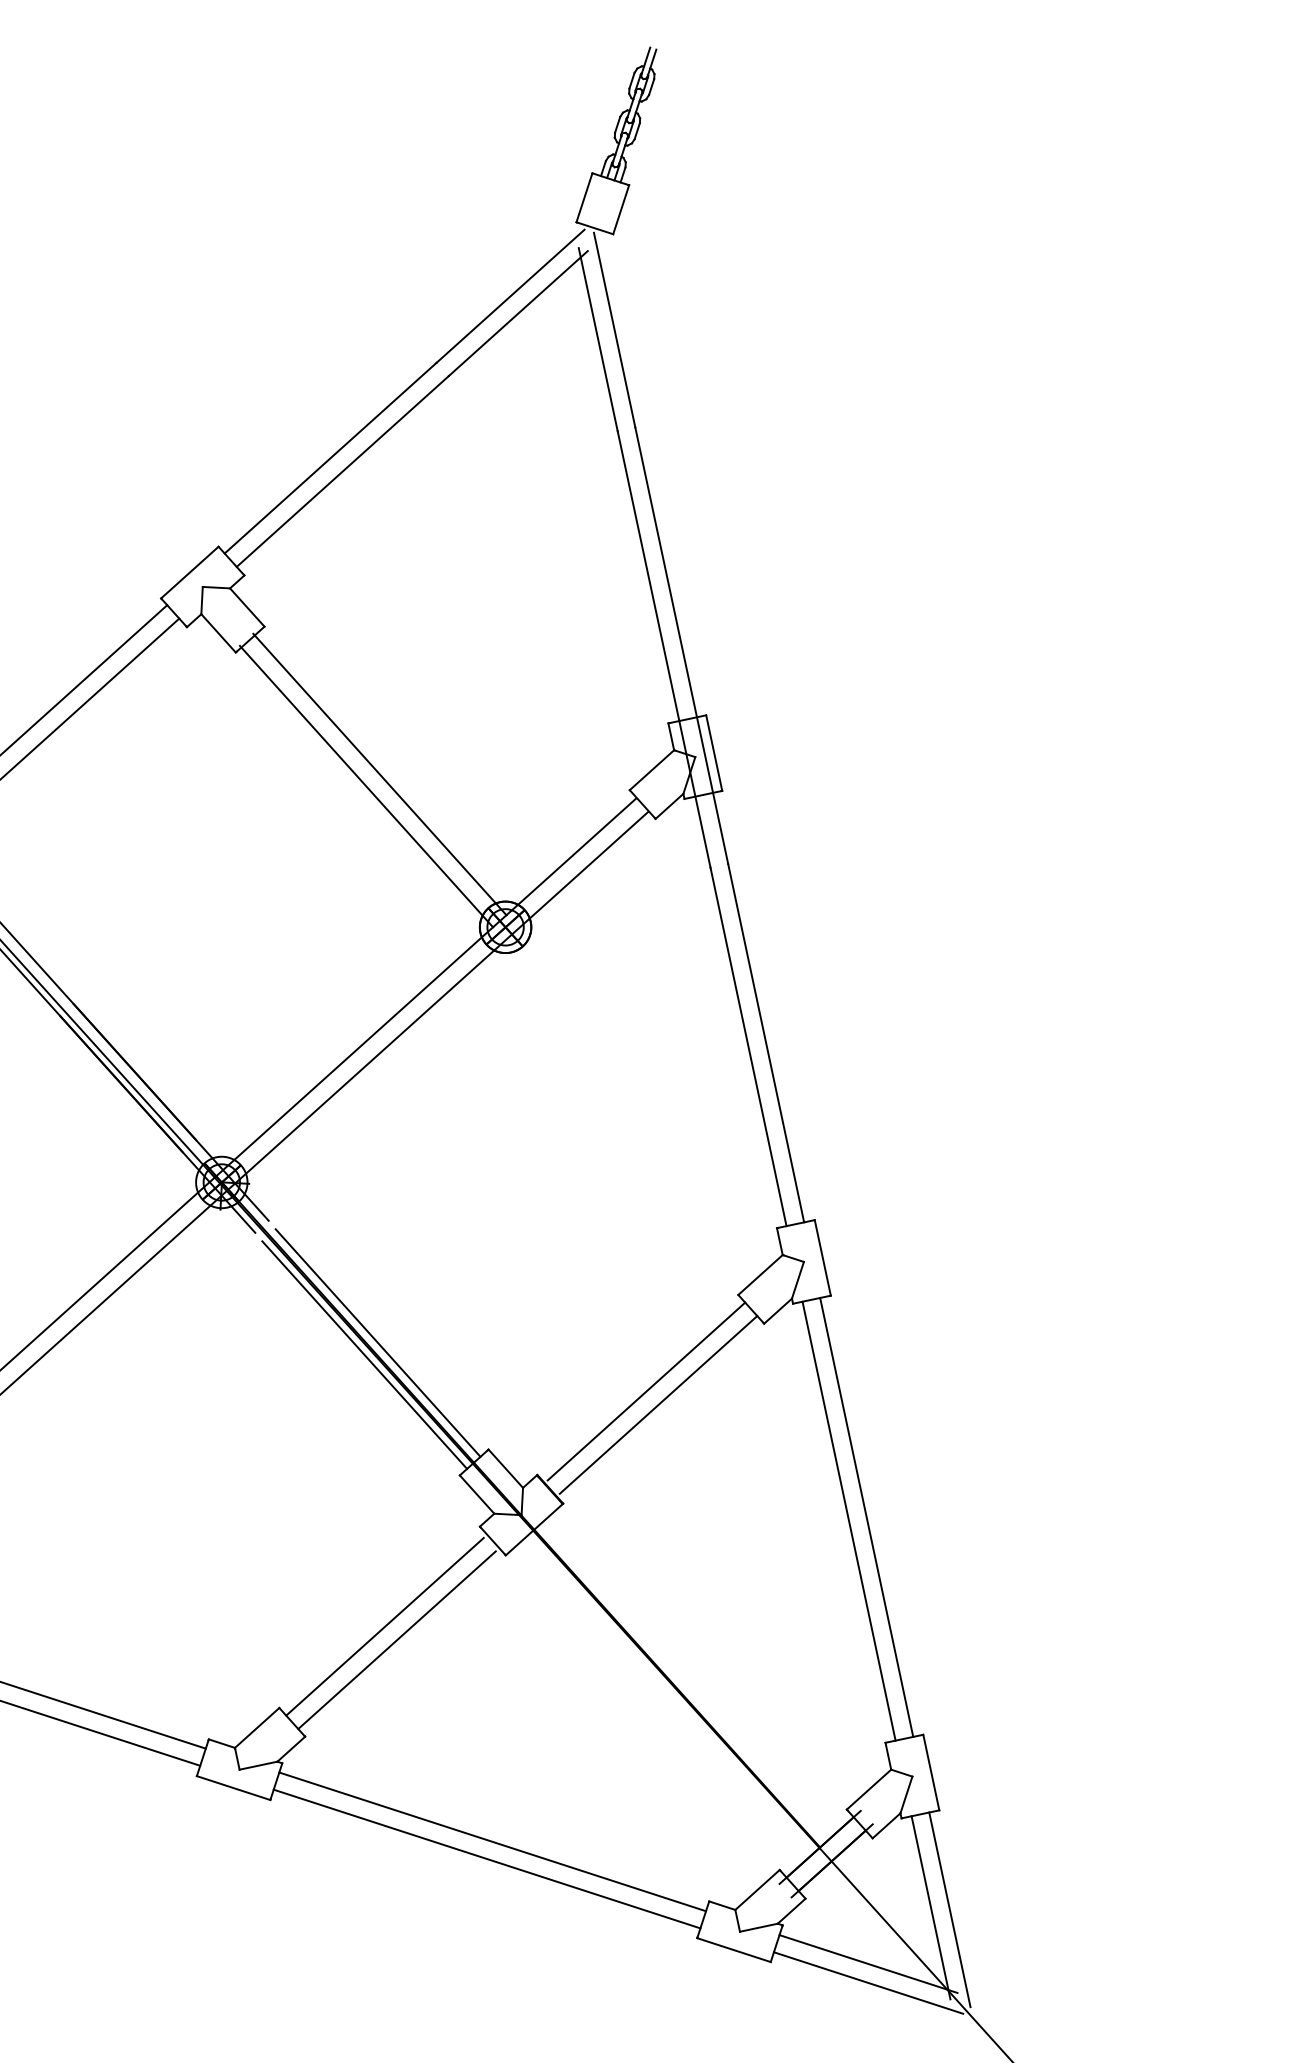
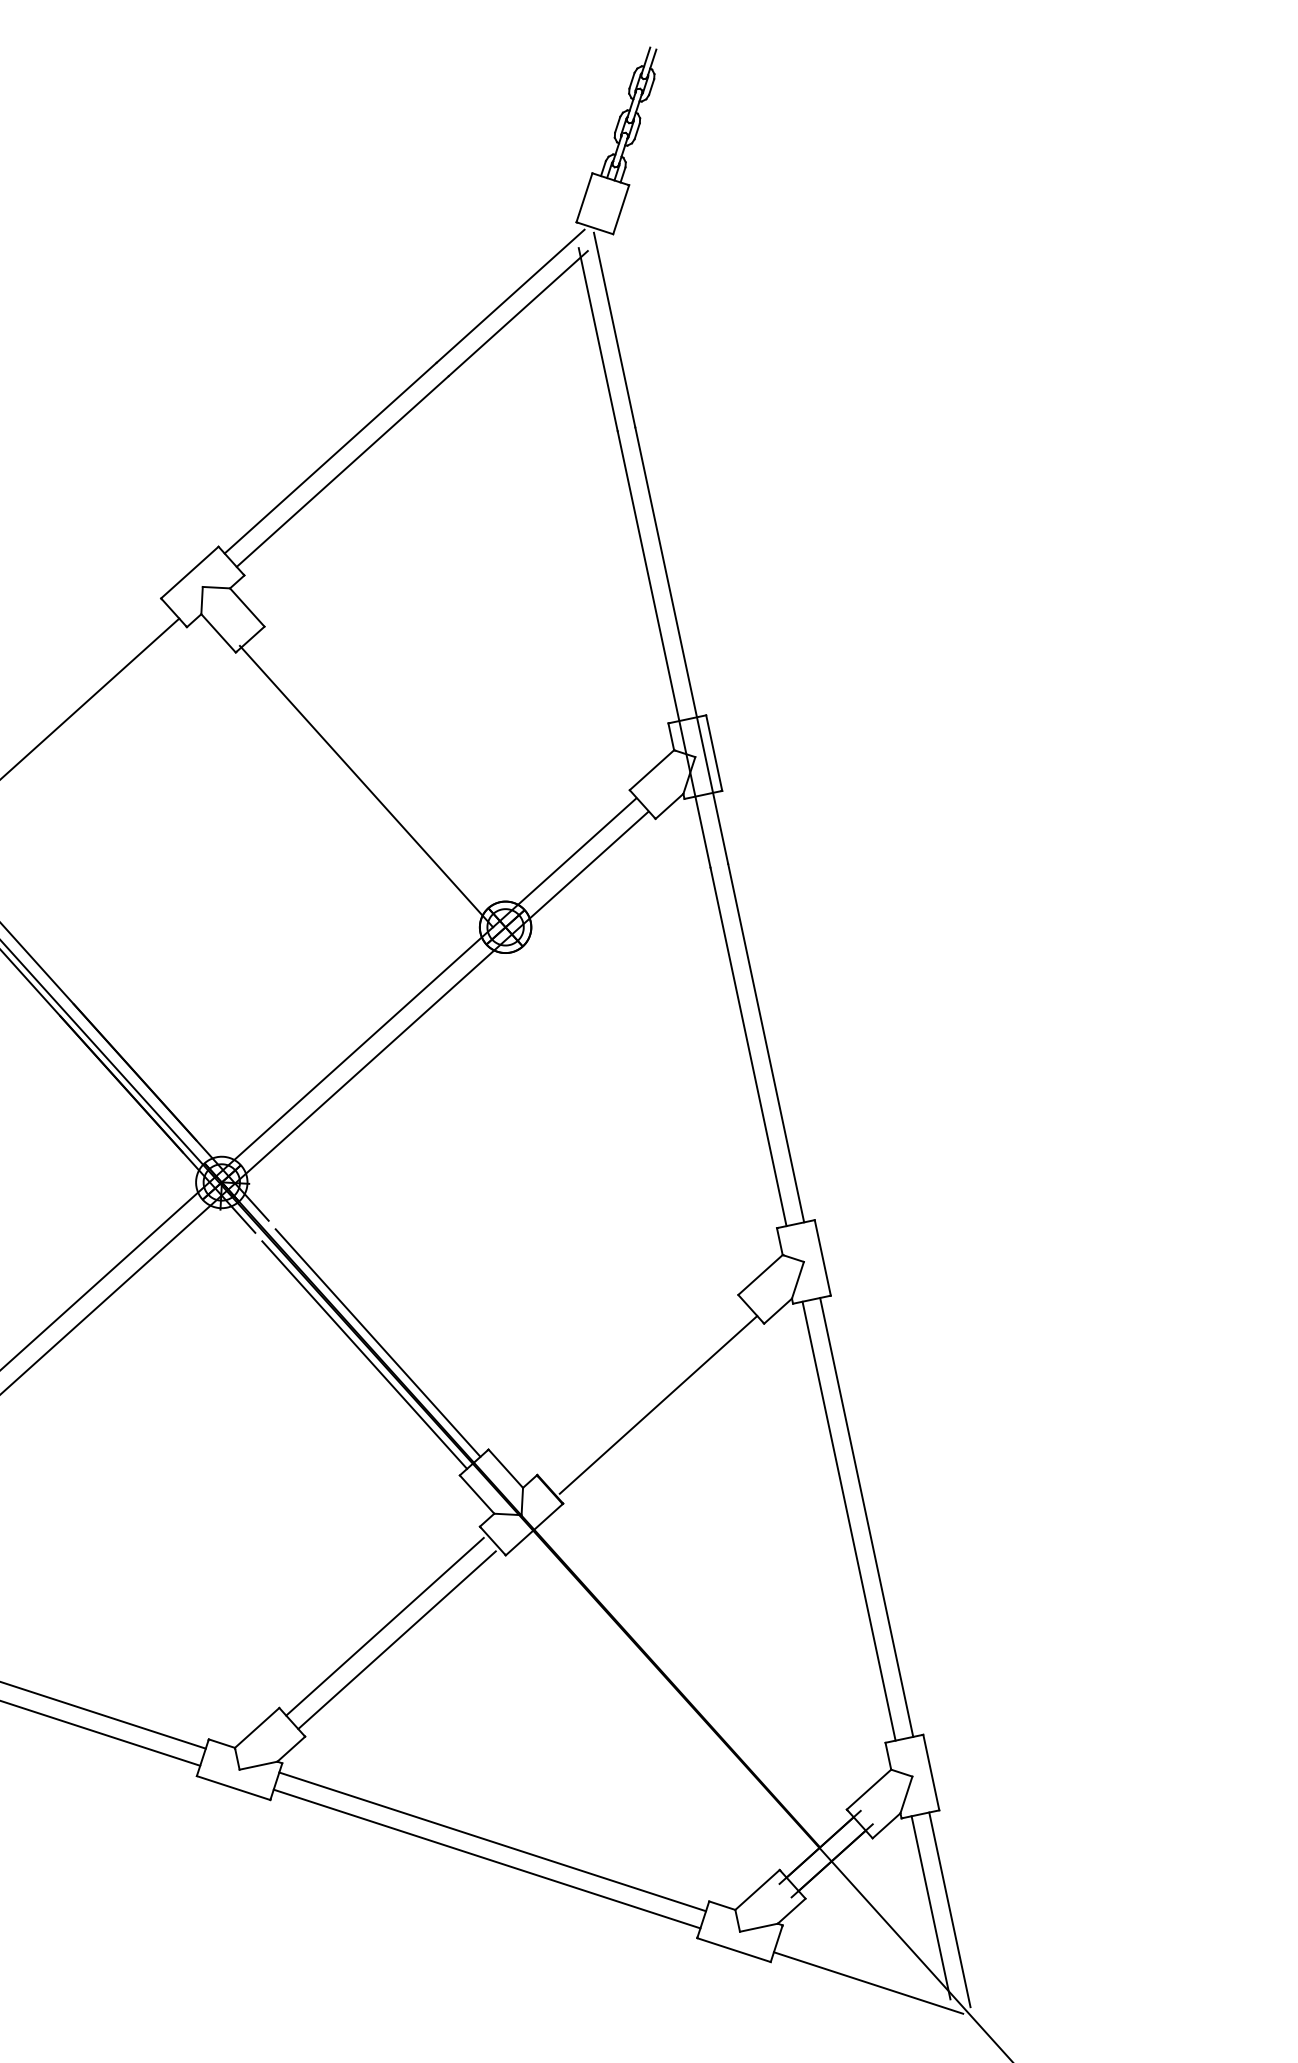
line at (84, 679): present -> none
line at (379, 774): present -> none
line at (646, 1391): present -> none
line at (868, 1963): present -> none
